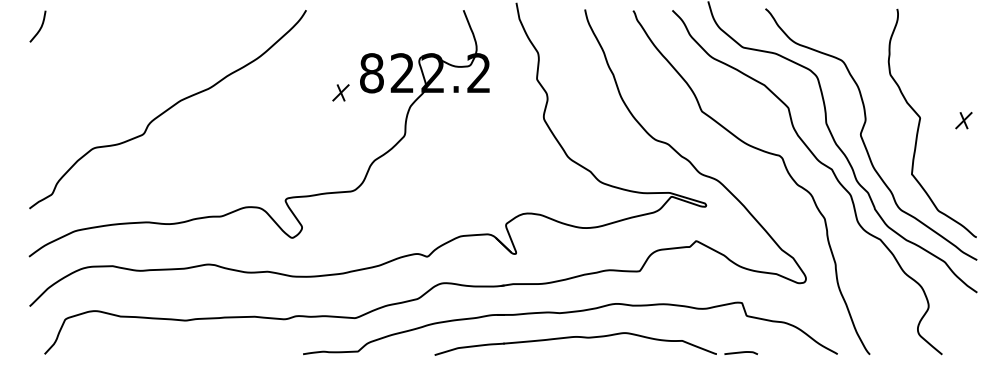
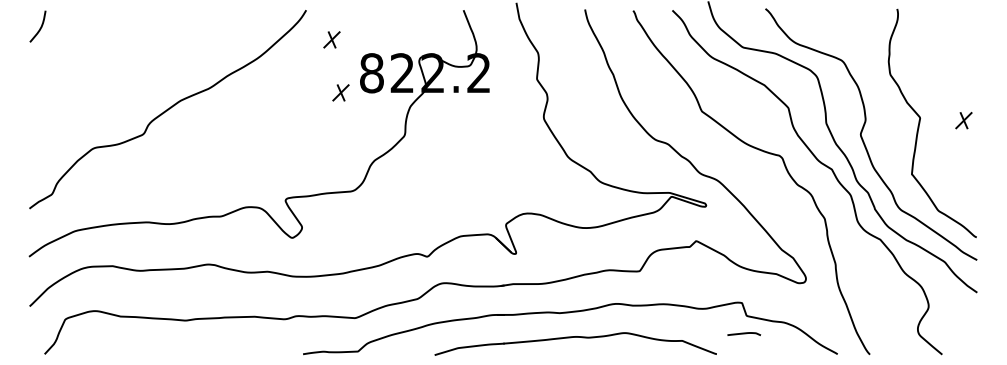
part at (331, 39): none -> present
curve at (741, 352) position: (741, 352) -> (744, 333)
